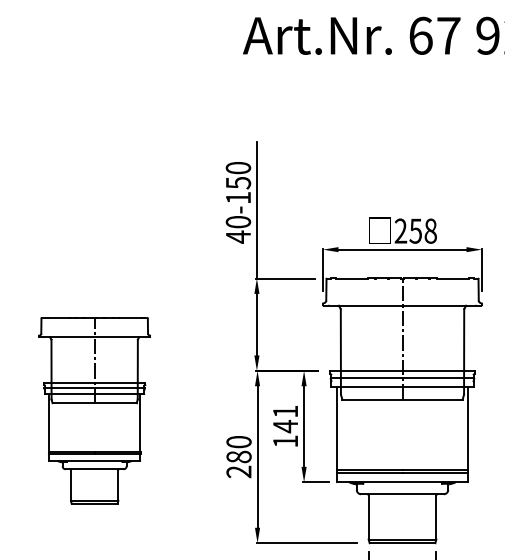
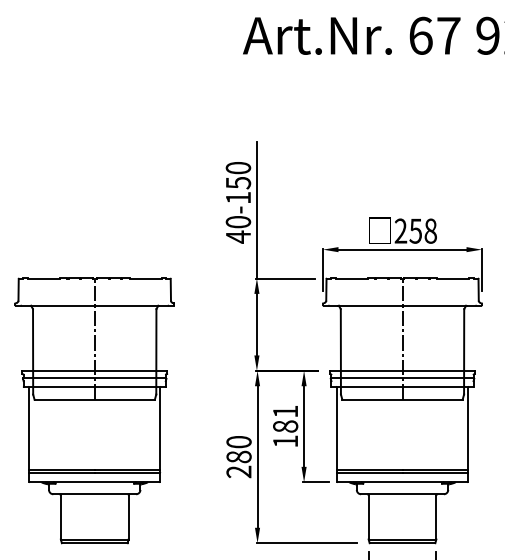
part at (94, 410) size: 113x188 px -> 161x268 px
text at (285, 426): 141 -> 181
